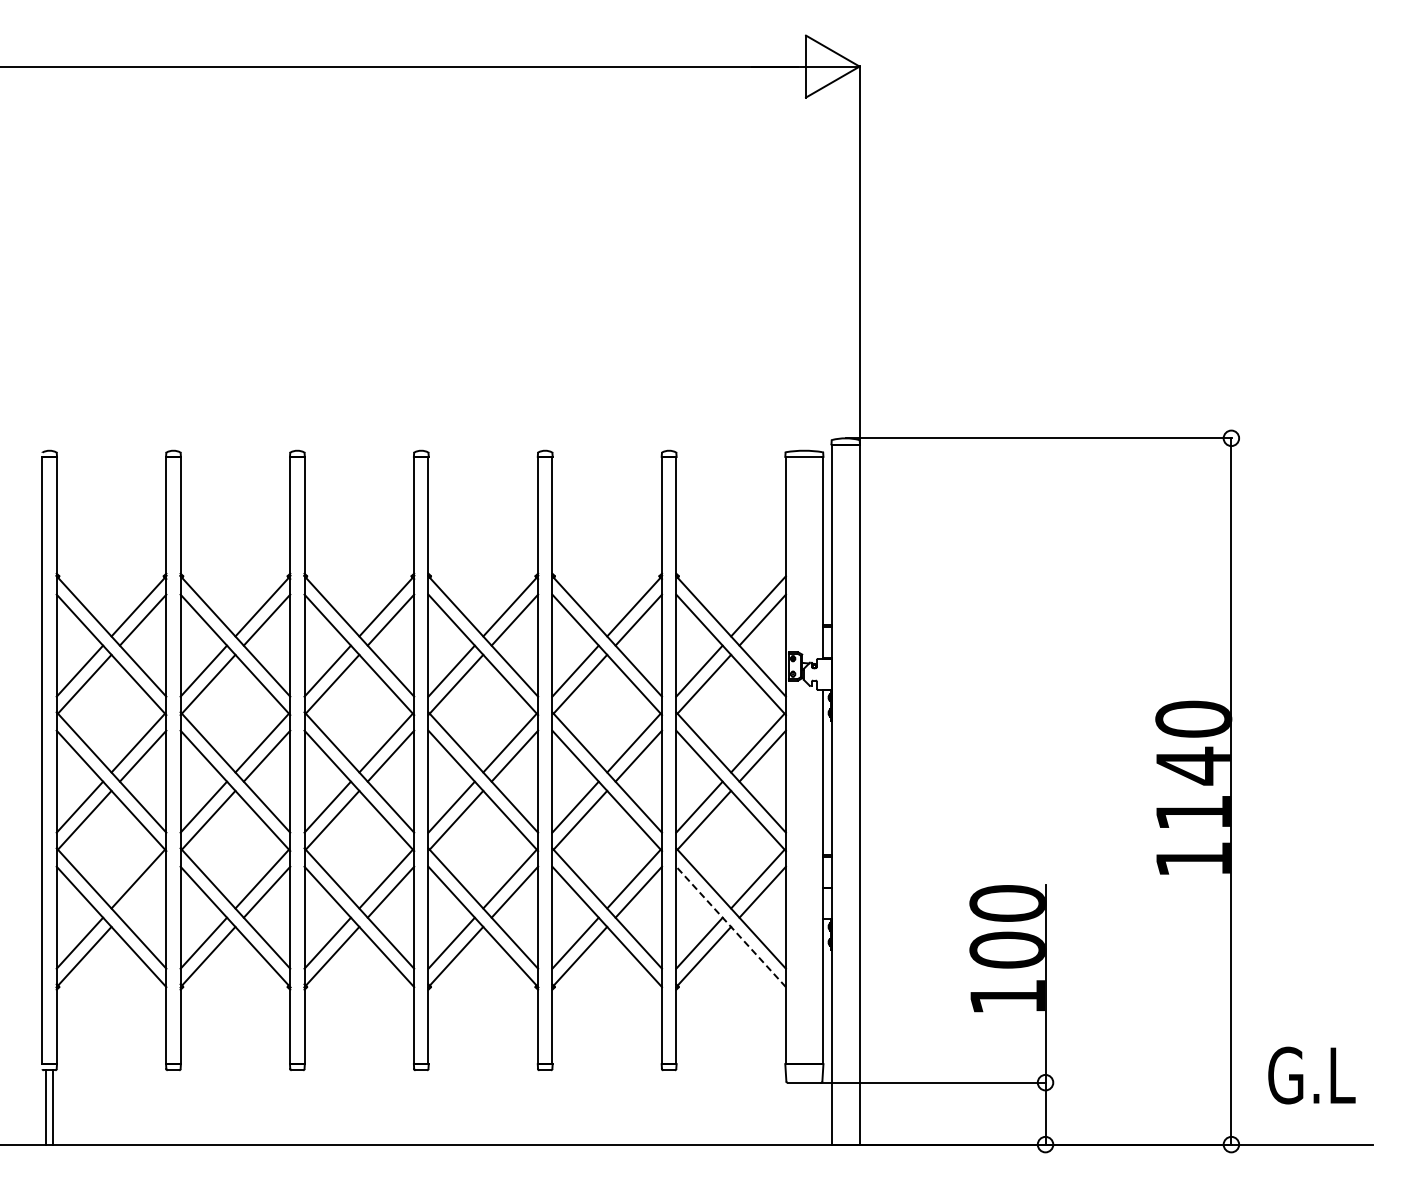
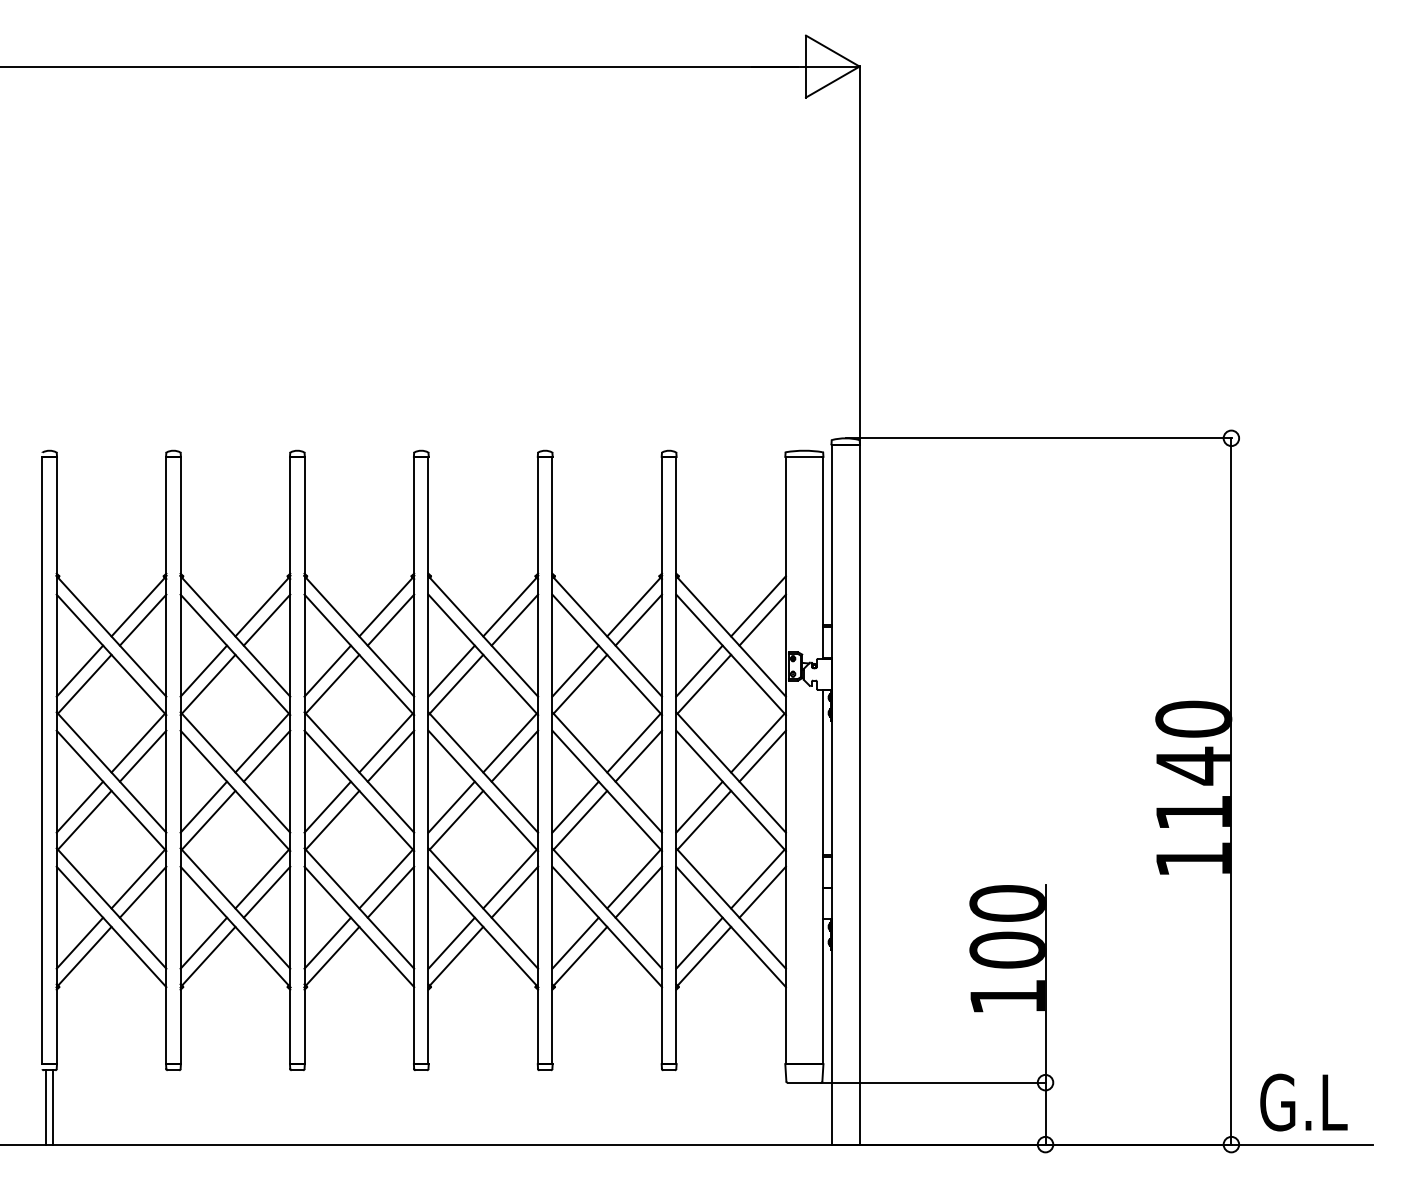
line at (142, 891): none -> present
line at (730, 926): dashed -> solid
text at (1311, 1075) position: (1311, 1075) -> (1303, 1102)
